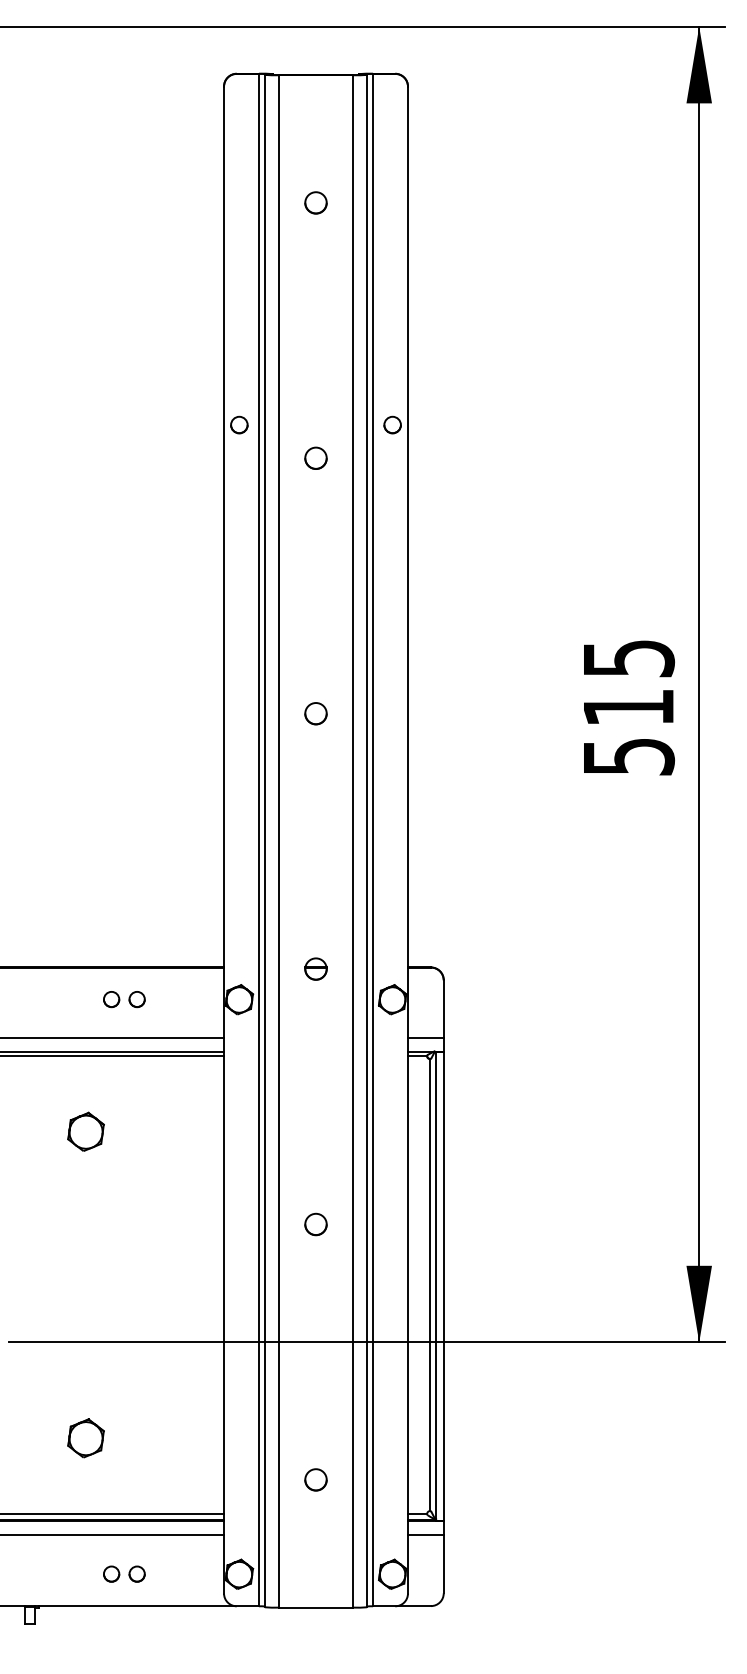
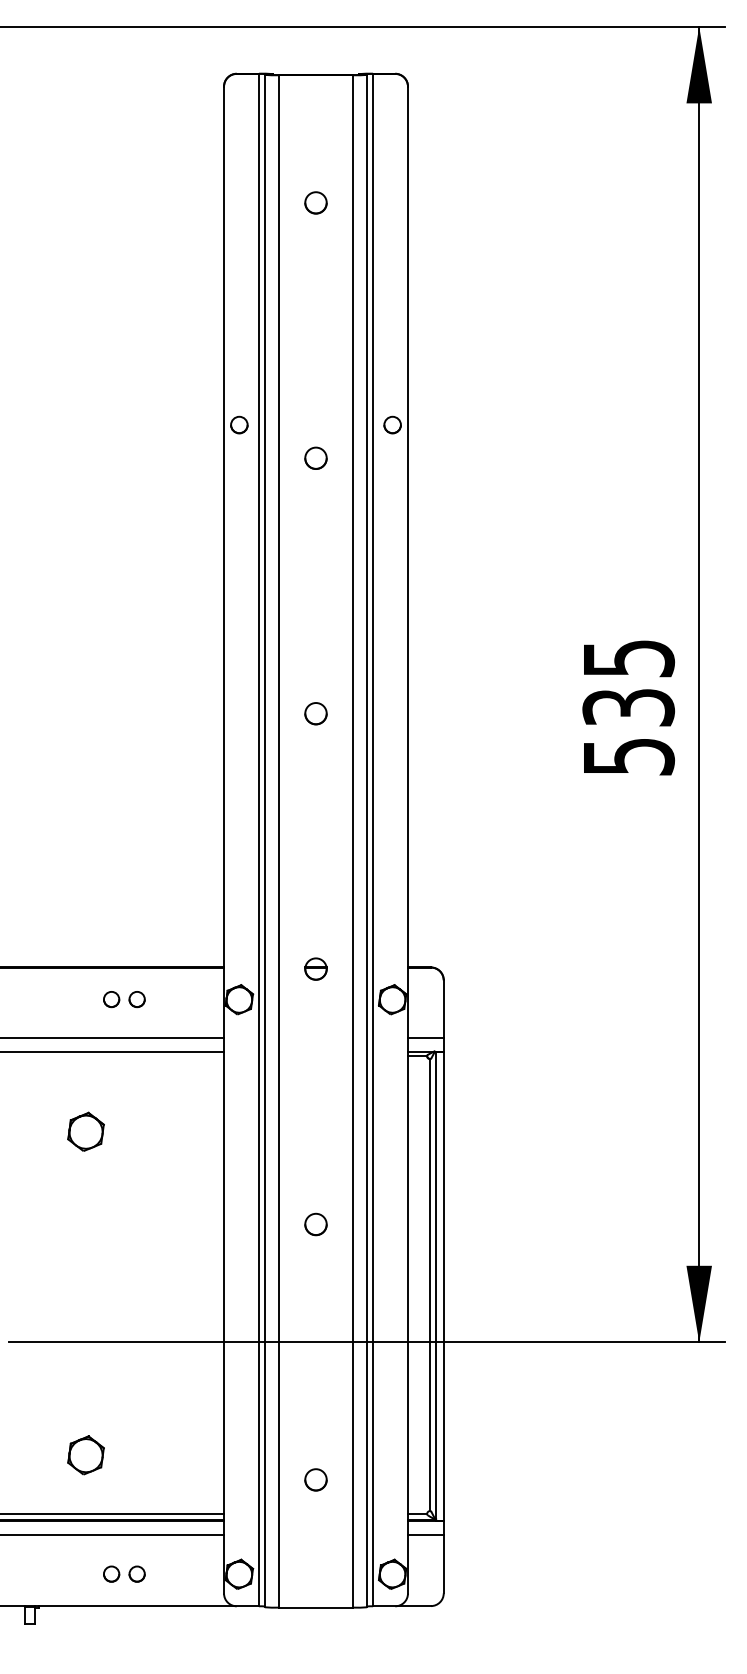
text at (628, 707): 515 -> 535
line at (113, 1056): present -> none
part at (85, 1438) position: (85, 1438) -> (85, 1455)
